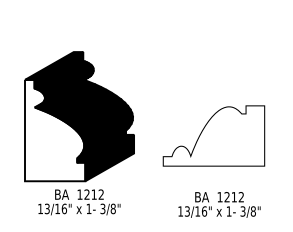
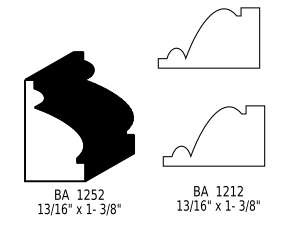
part at (208, 37): none -> present
text at (93, 194): 1212 -> 1252
text at (219, 204) position: (219, 204) -> (218, 198)
